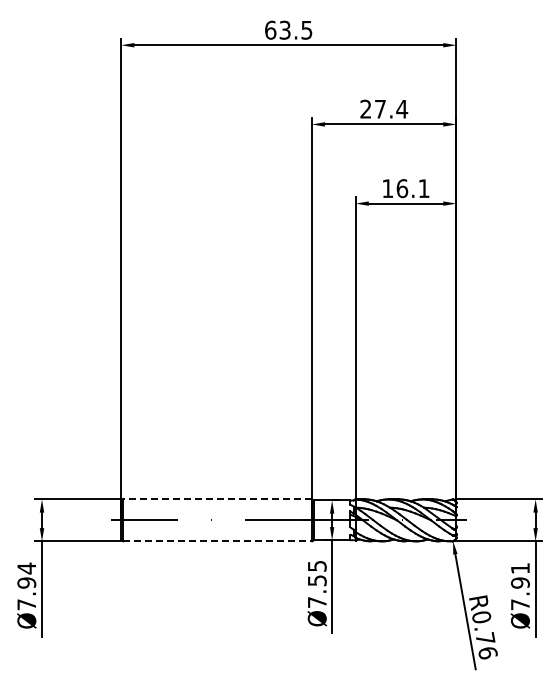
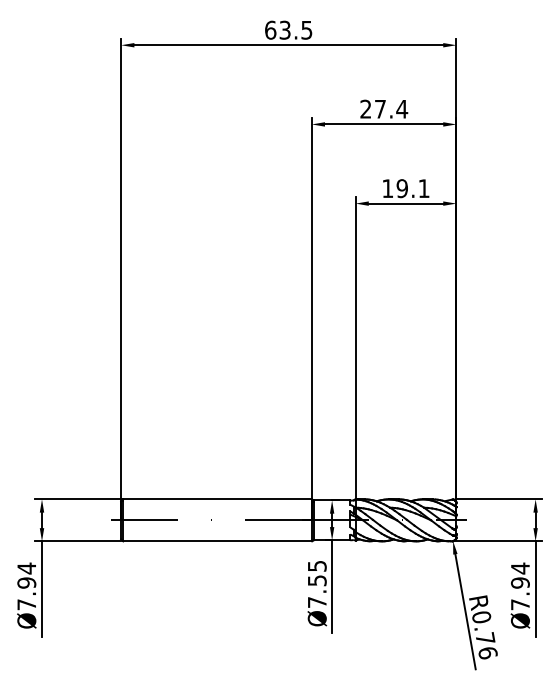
text at (402, 188): 16.1 -> 19.1
line at (217, 499): dashed -> solid
line at (218, 541): dashed -> solid
text at (520, 568): Ø7.91 -> Ø7.94
